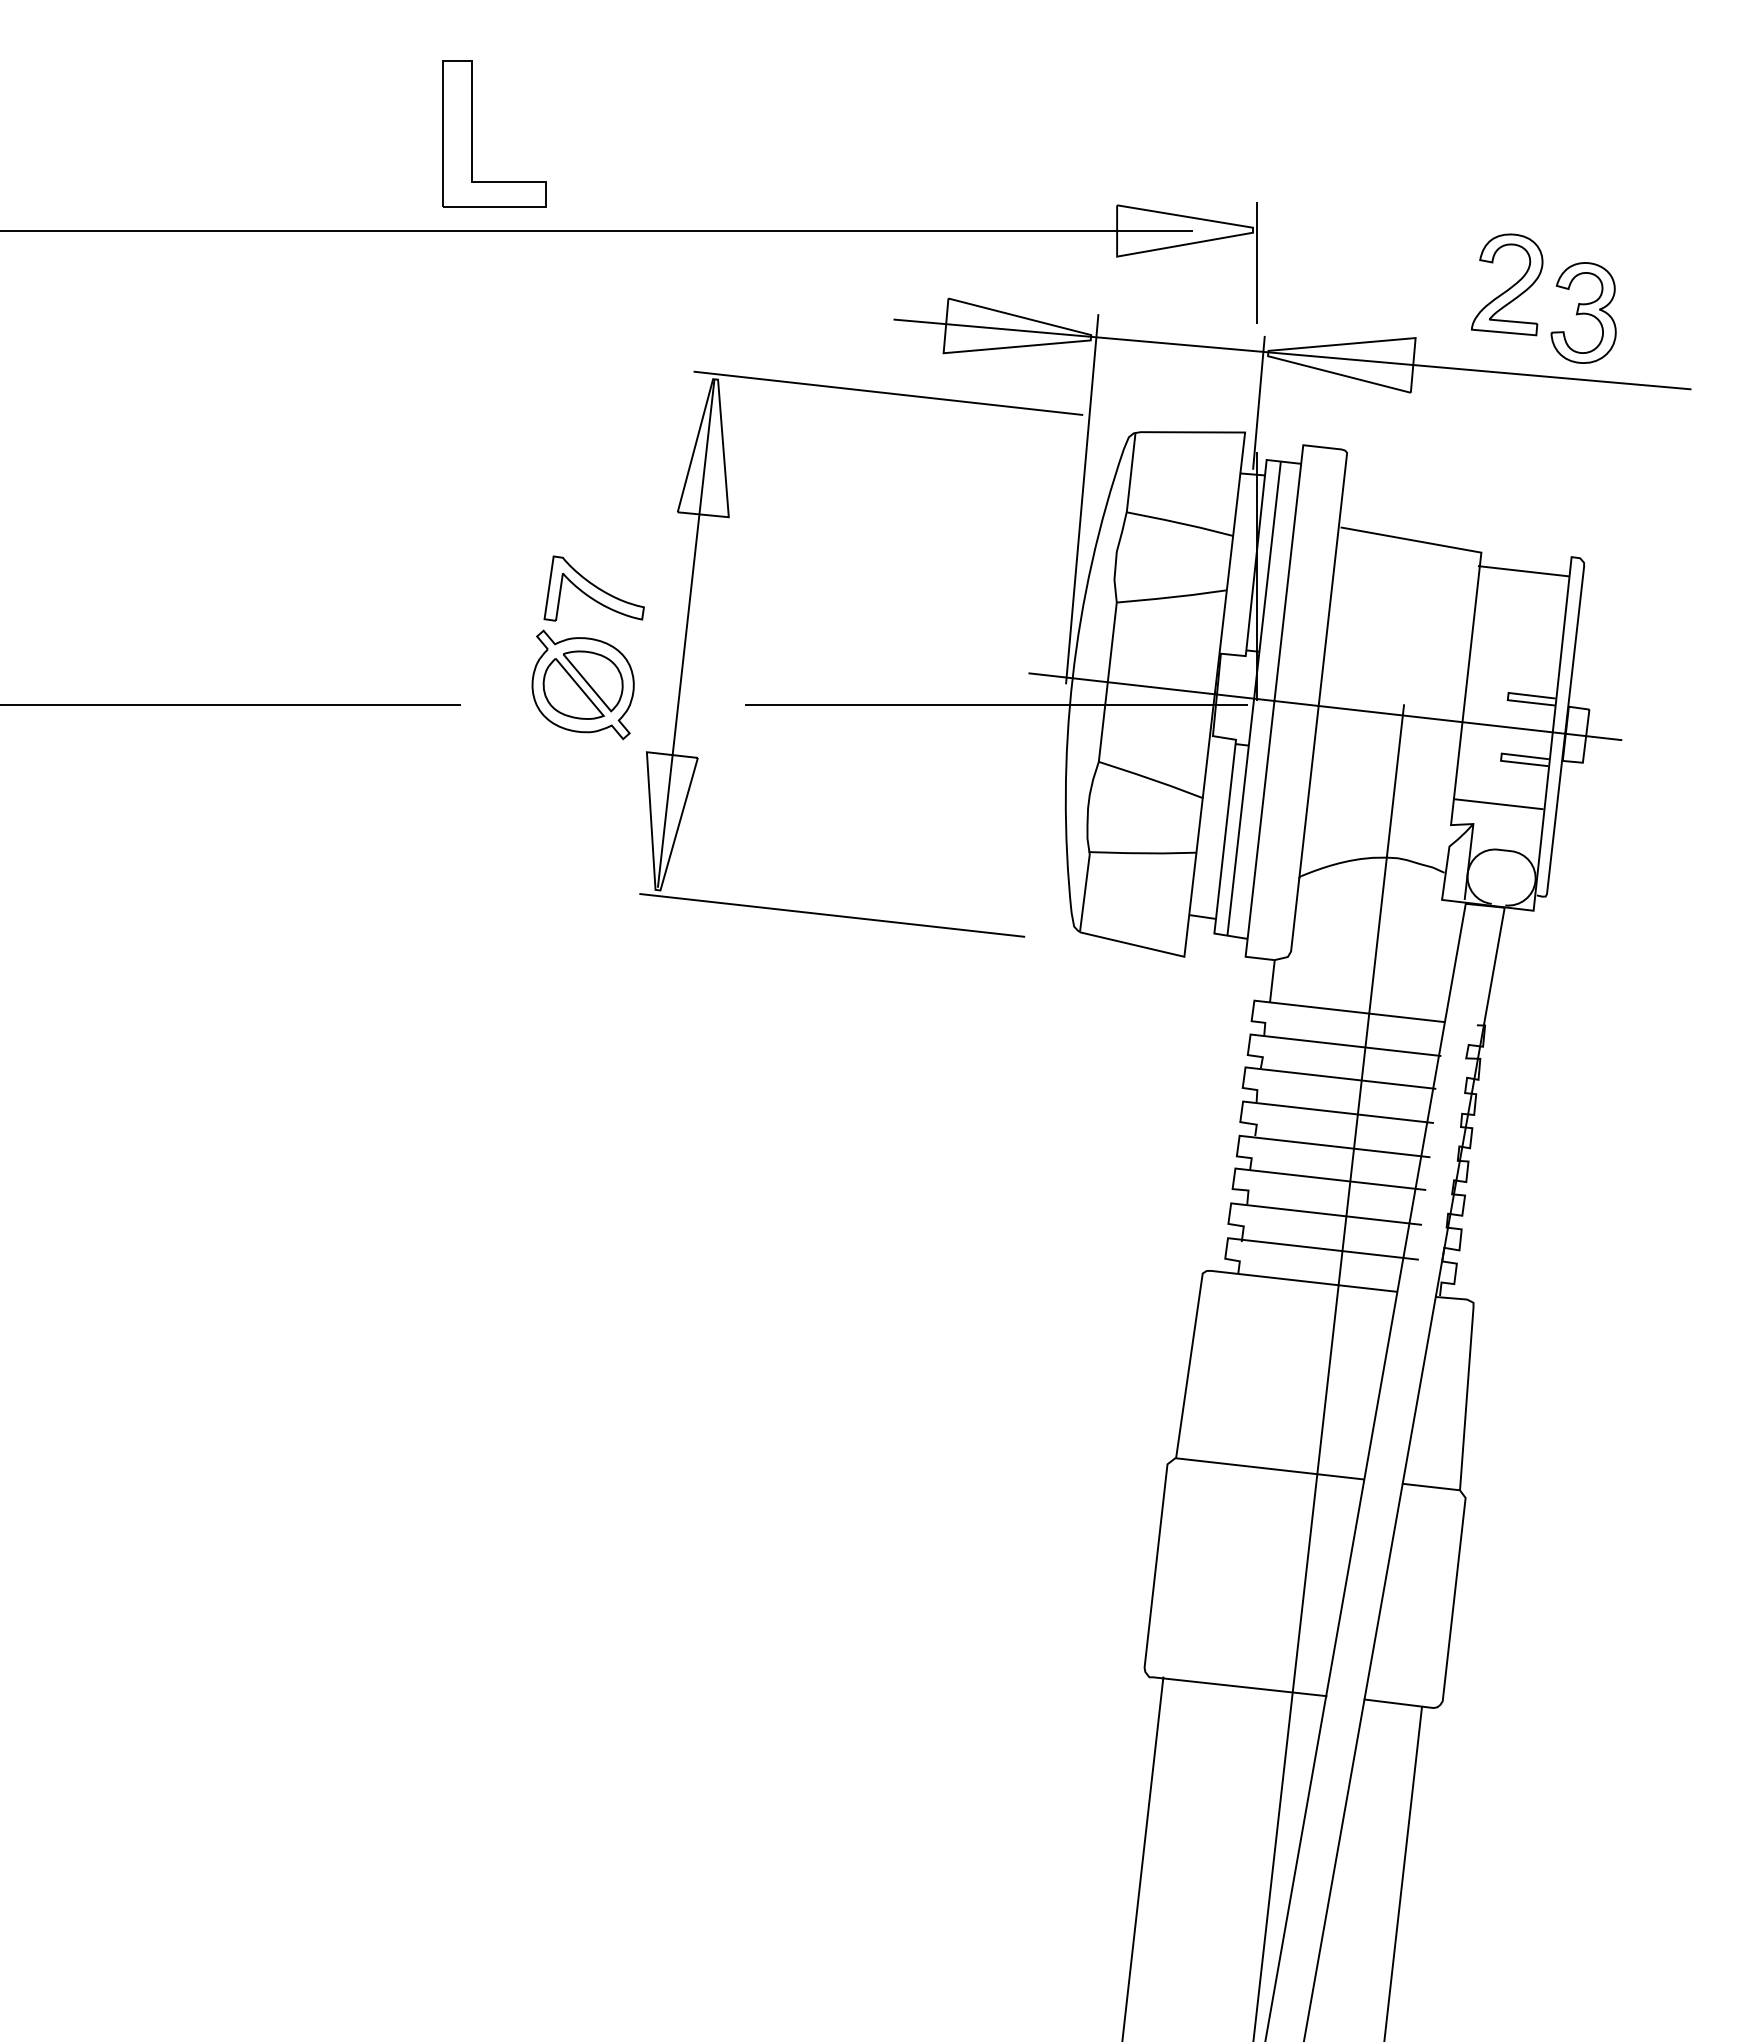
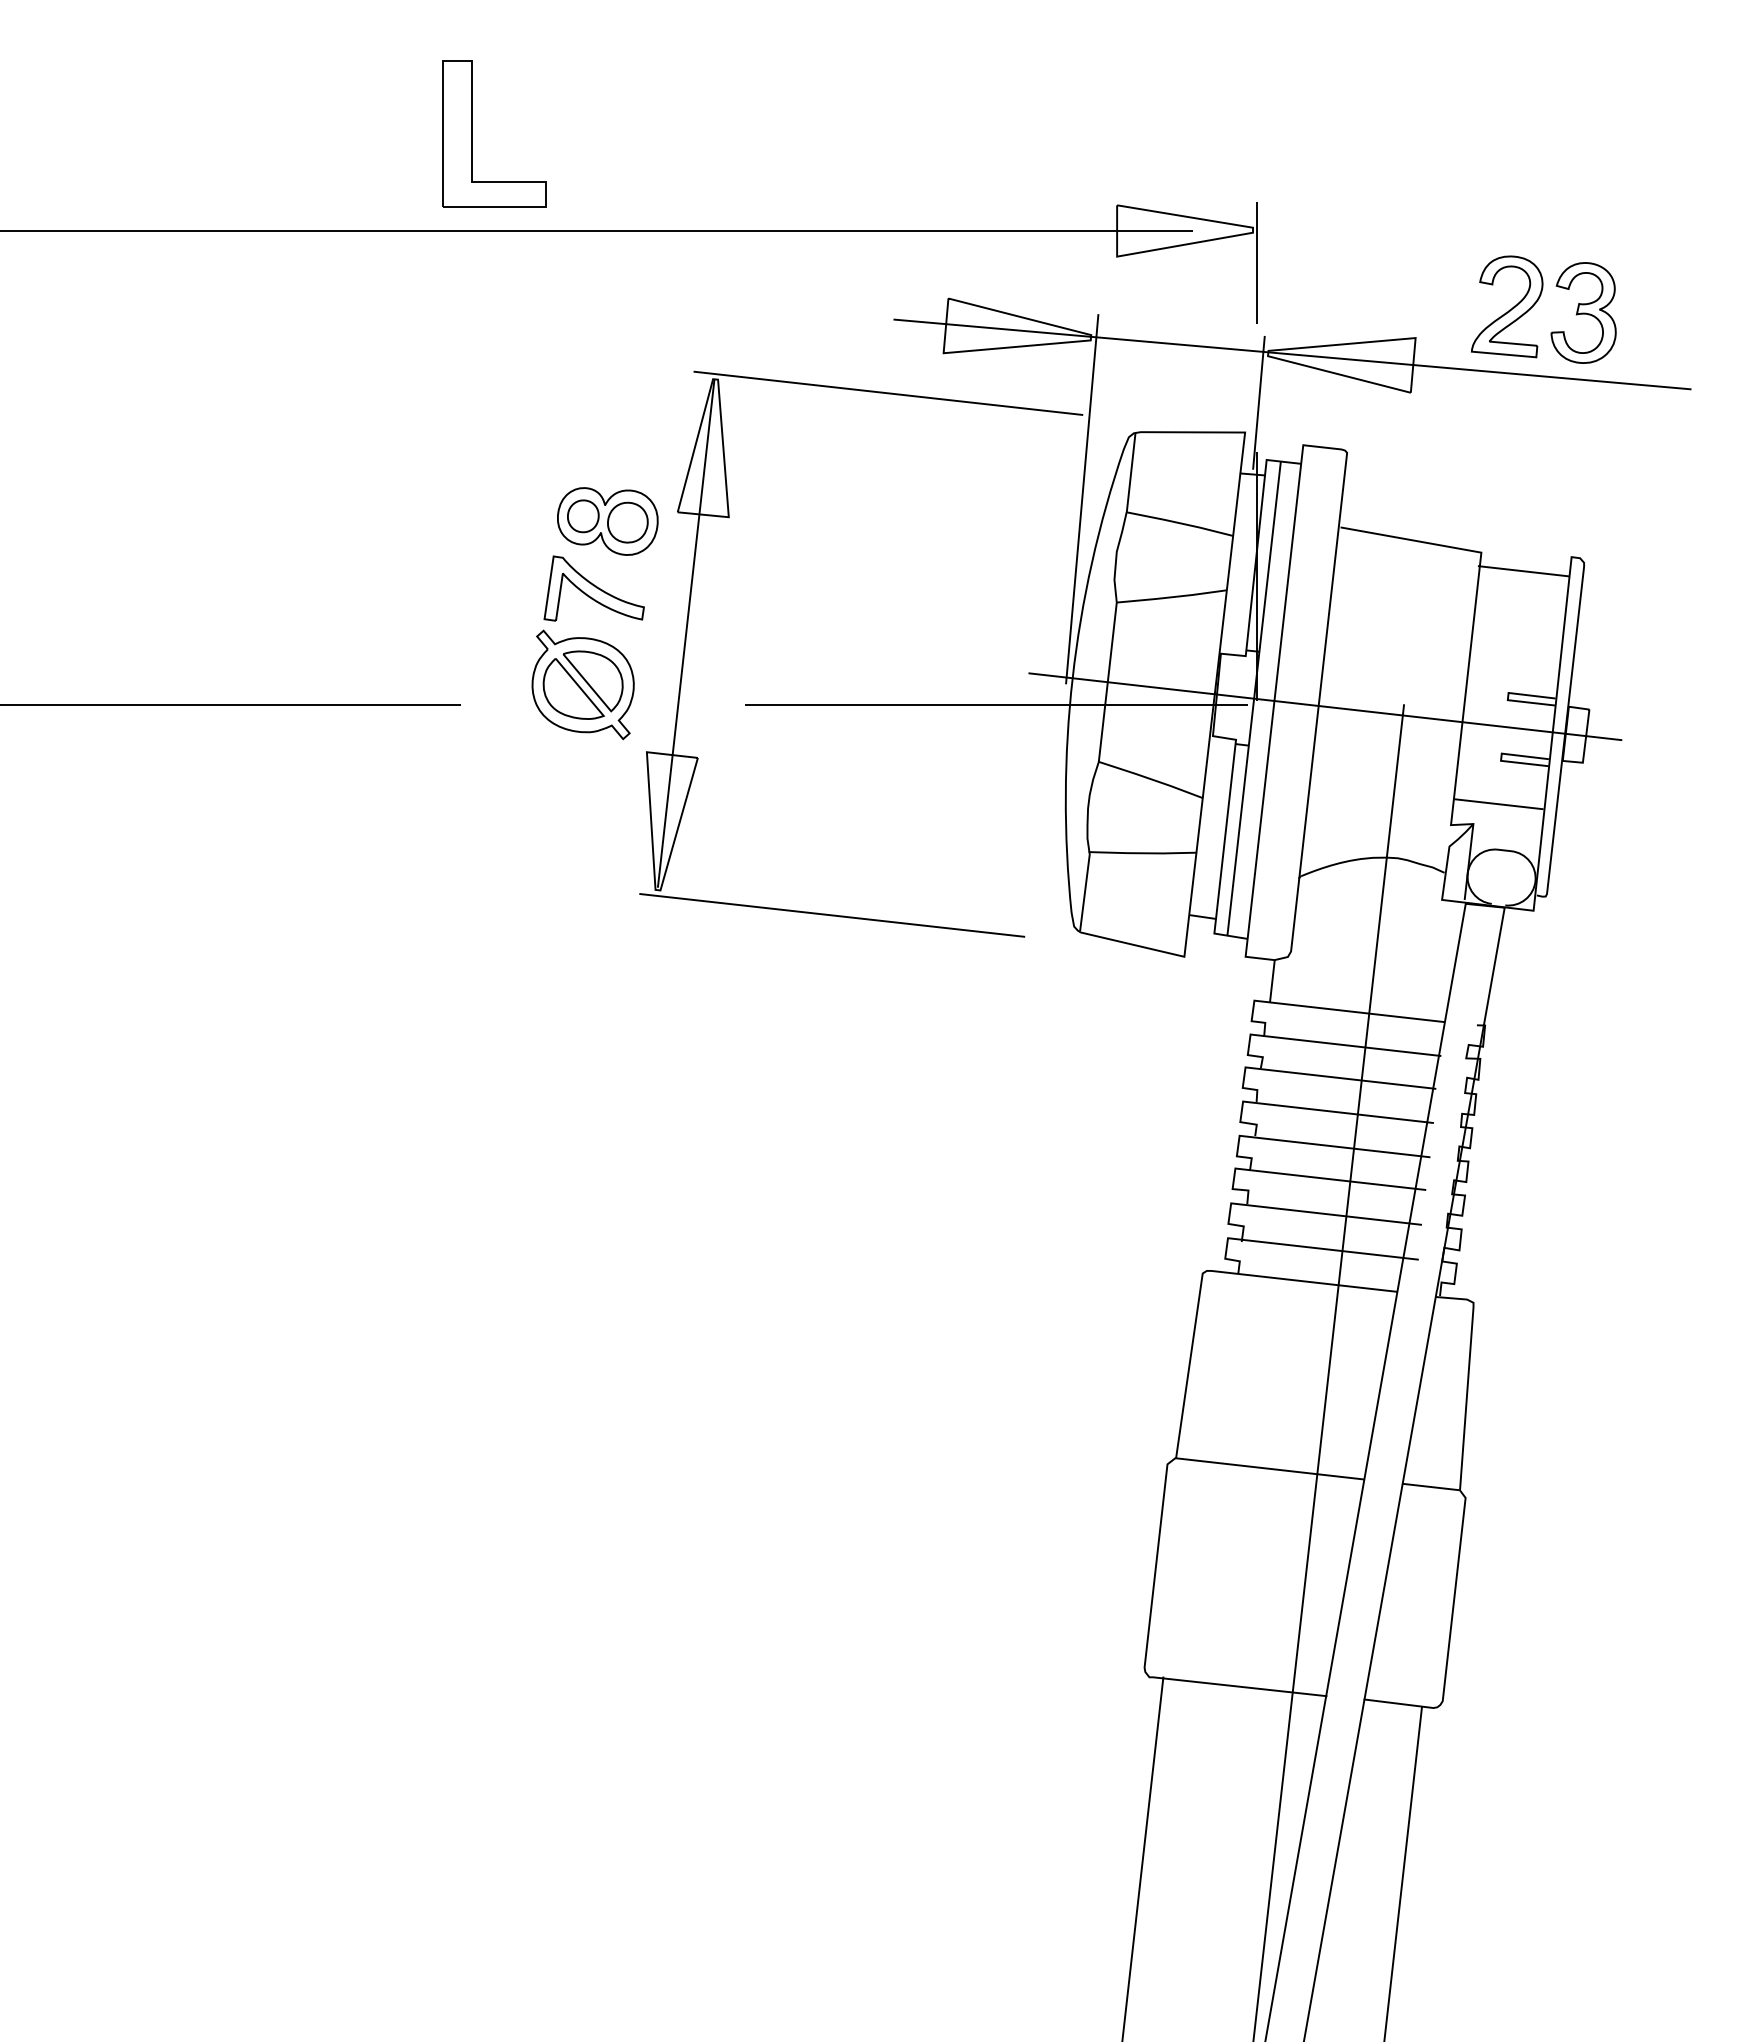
part at (1507, 284) position: (1507, 284) -> (1507, 306)
part at (607, 521): none -> present
